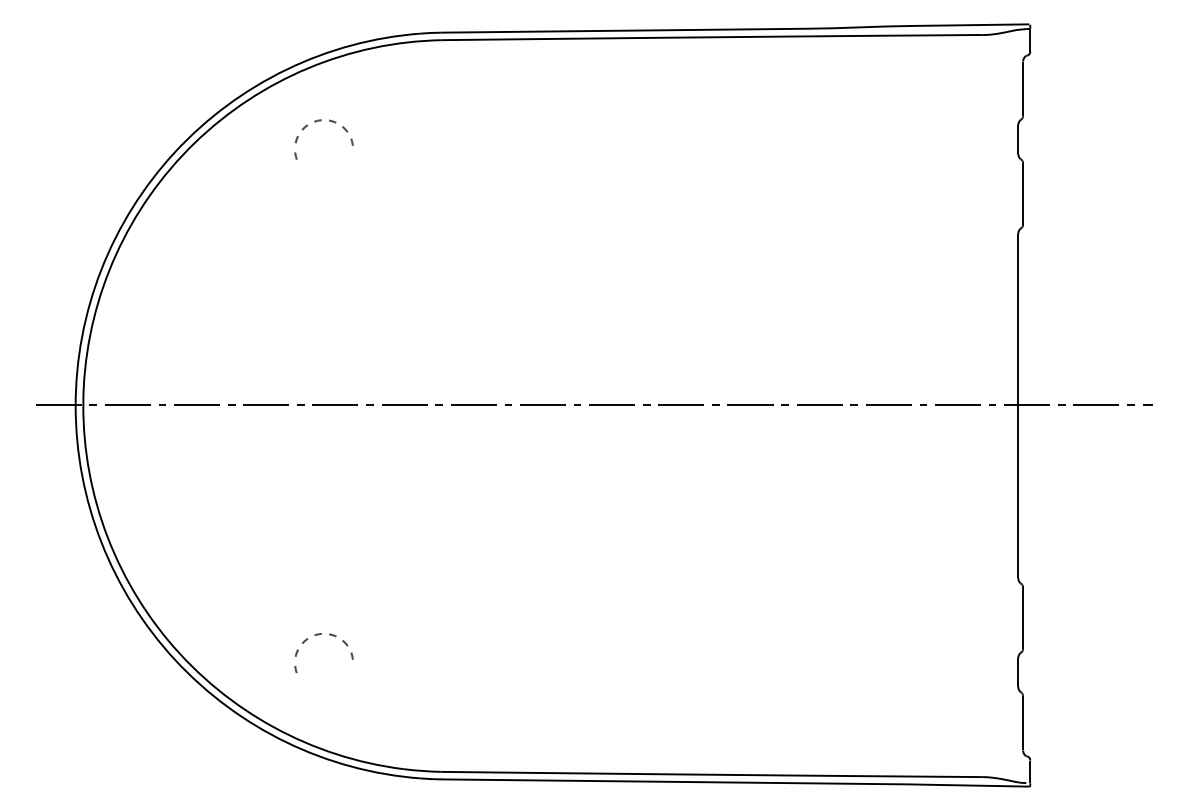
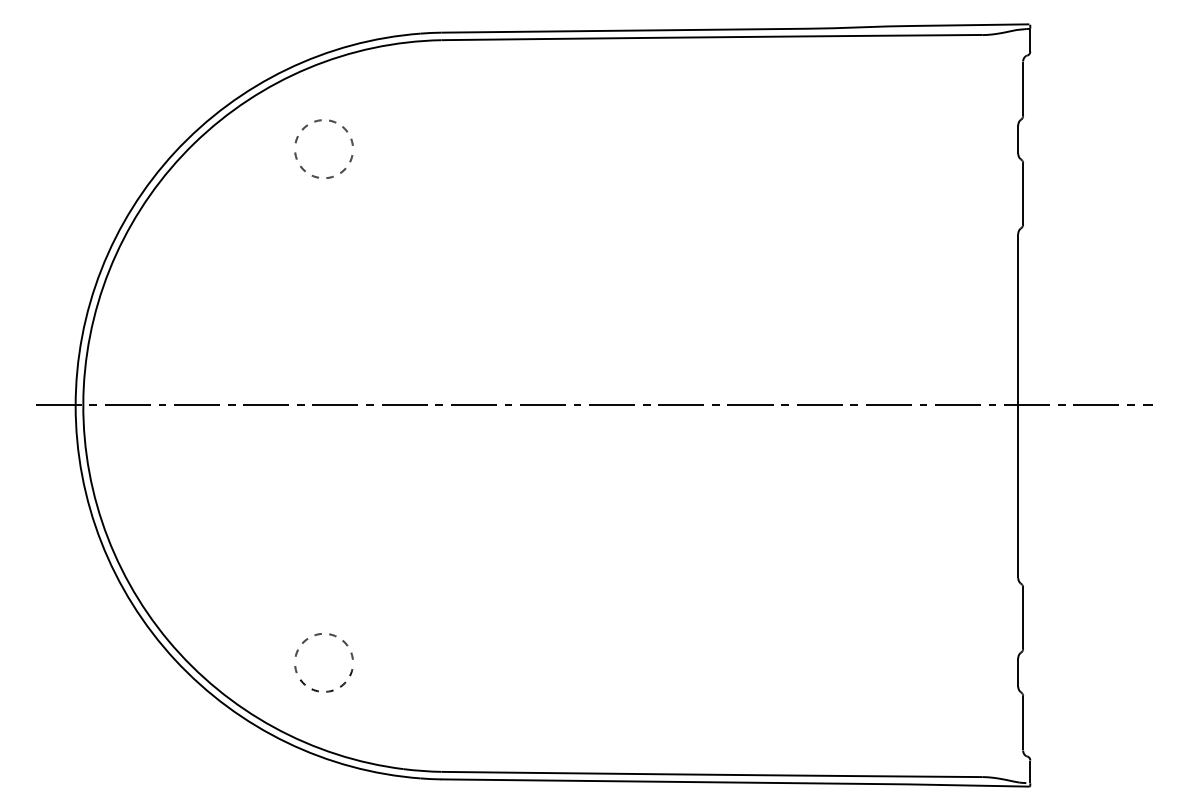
part at (329, 176): none -> present
part at (327, 690): none -> present
